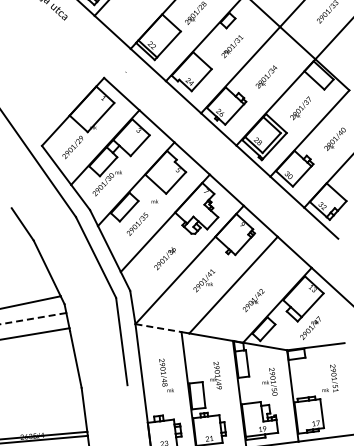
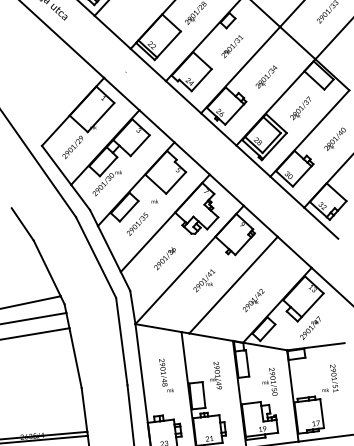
line at (62, 39): none -> present
line at (32, 318): dashed -> solid
line at (159, 328): dashed -> solid
line at (130, 413): none -> present
